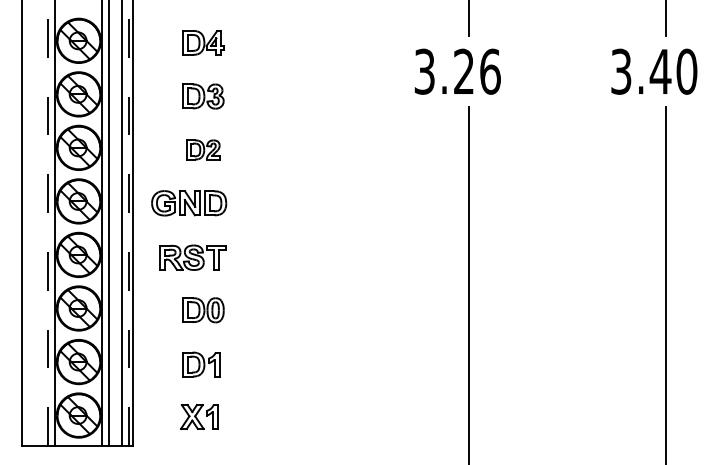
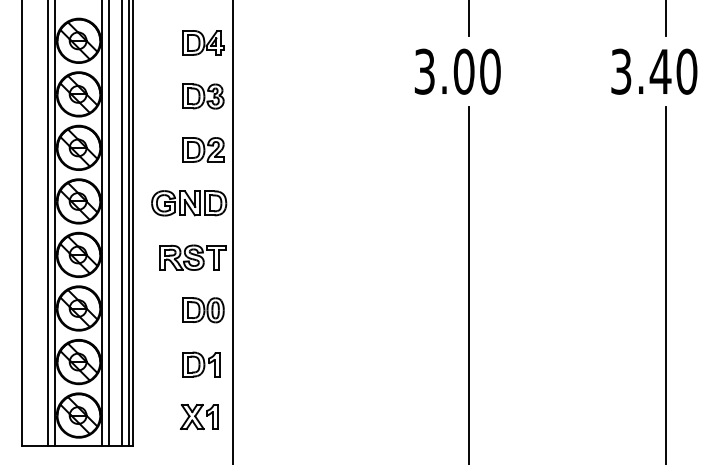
text at (476, 71): 3.26 -> 3.00
part at (203, 149) size: 35x22 px -> 43x26 px
line at (48, 223): dashed -> solid
line at (128, 223): dashed -> solid
line at (232, 231): none -> present
